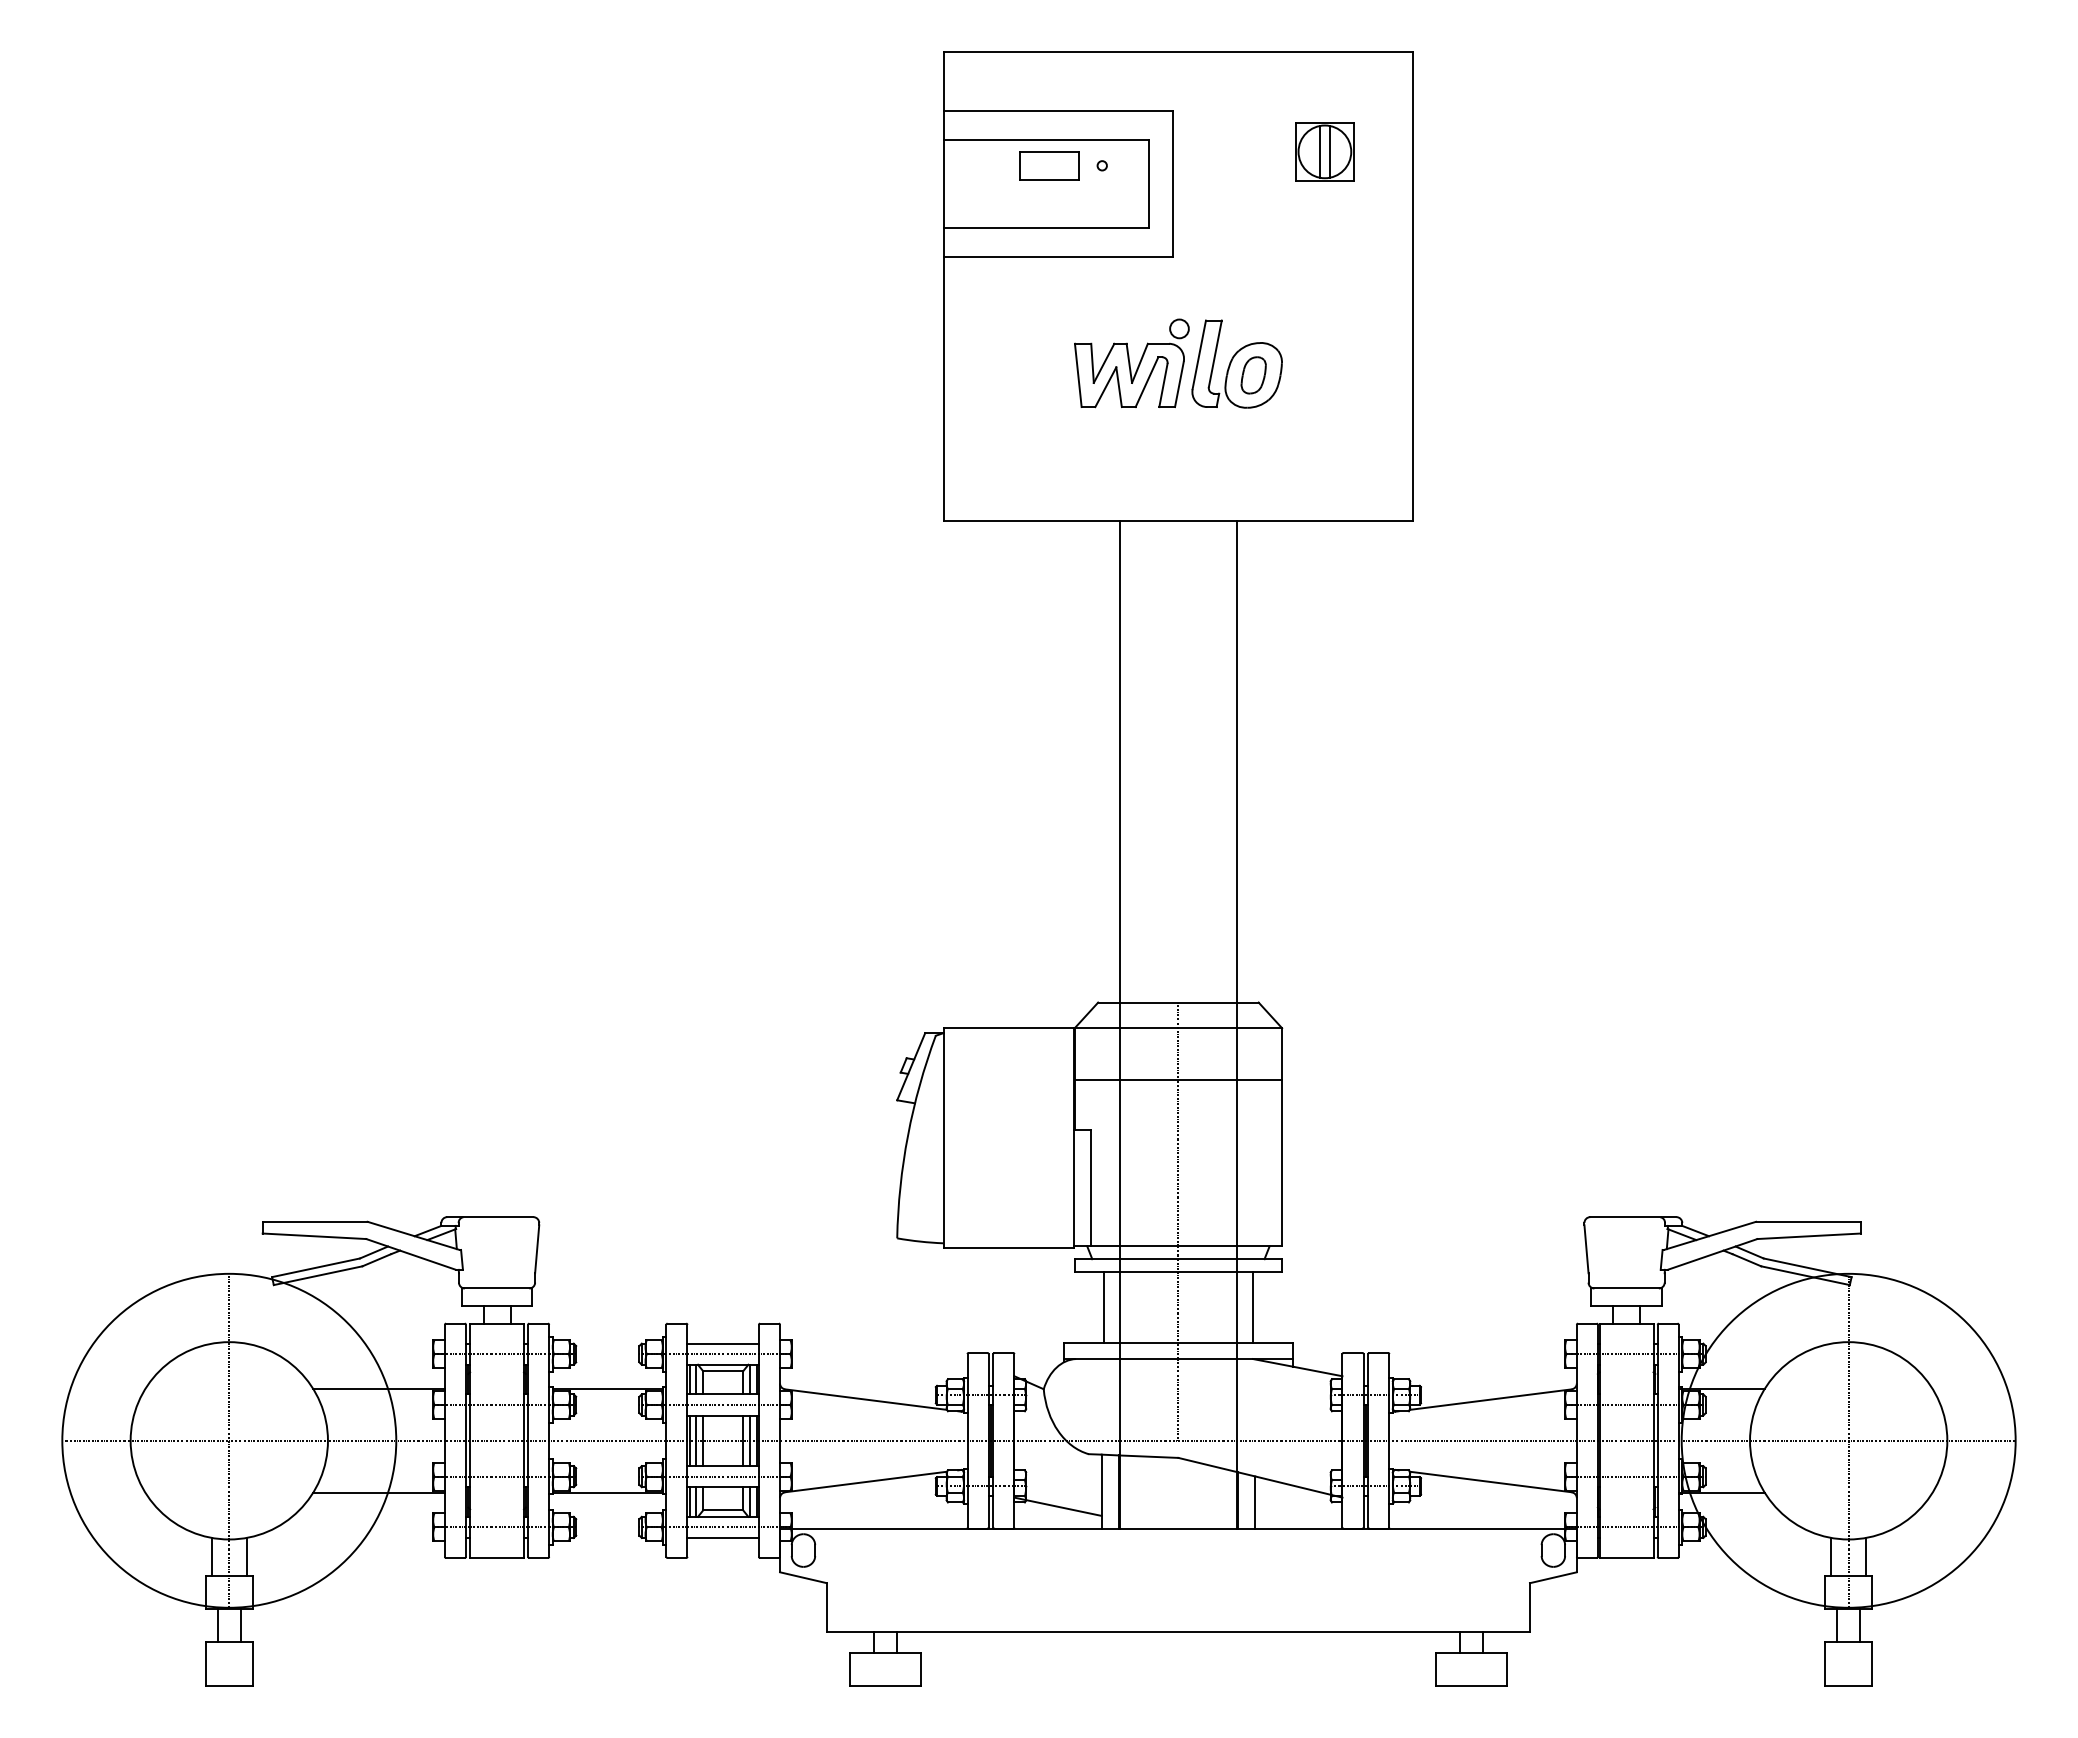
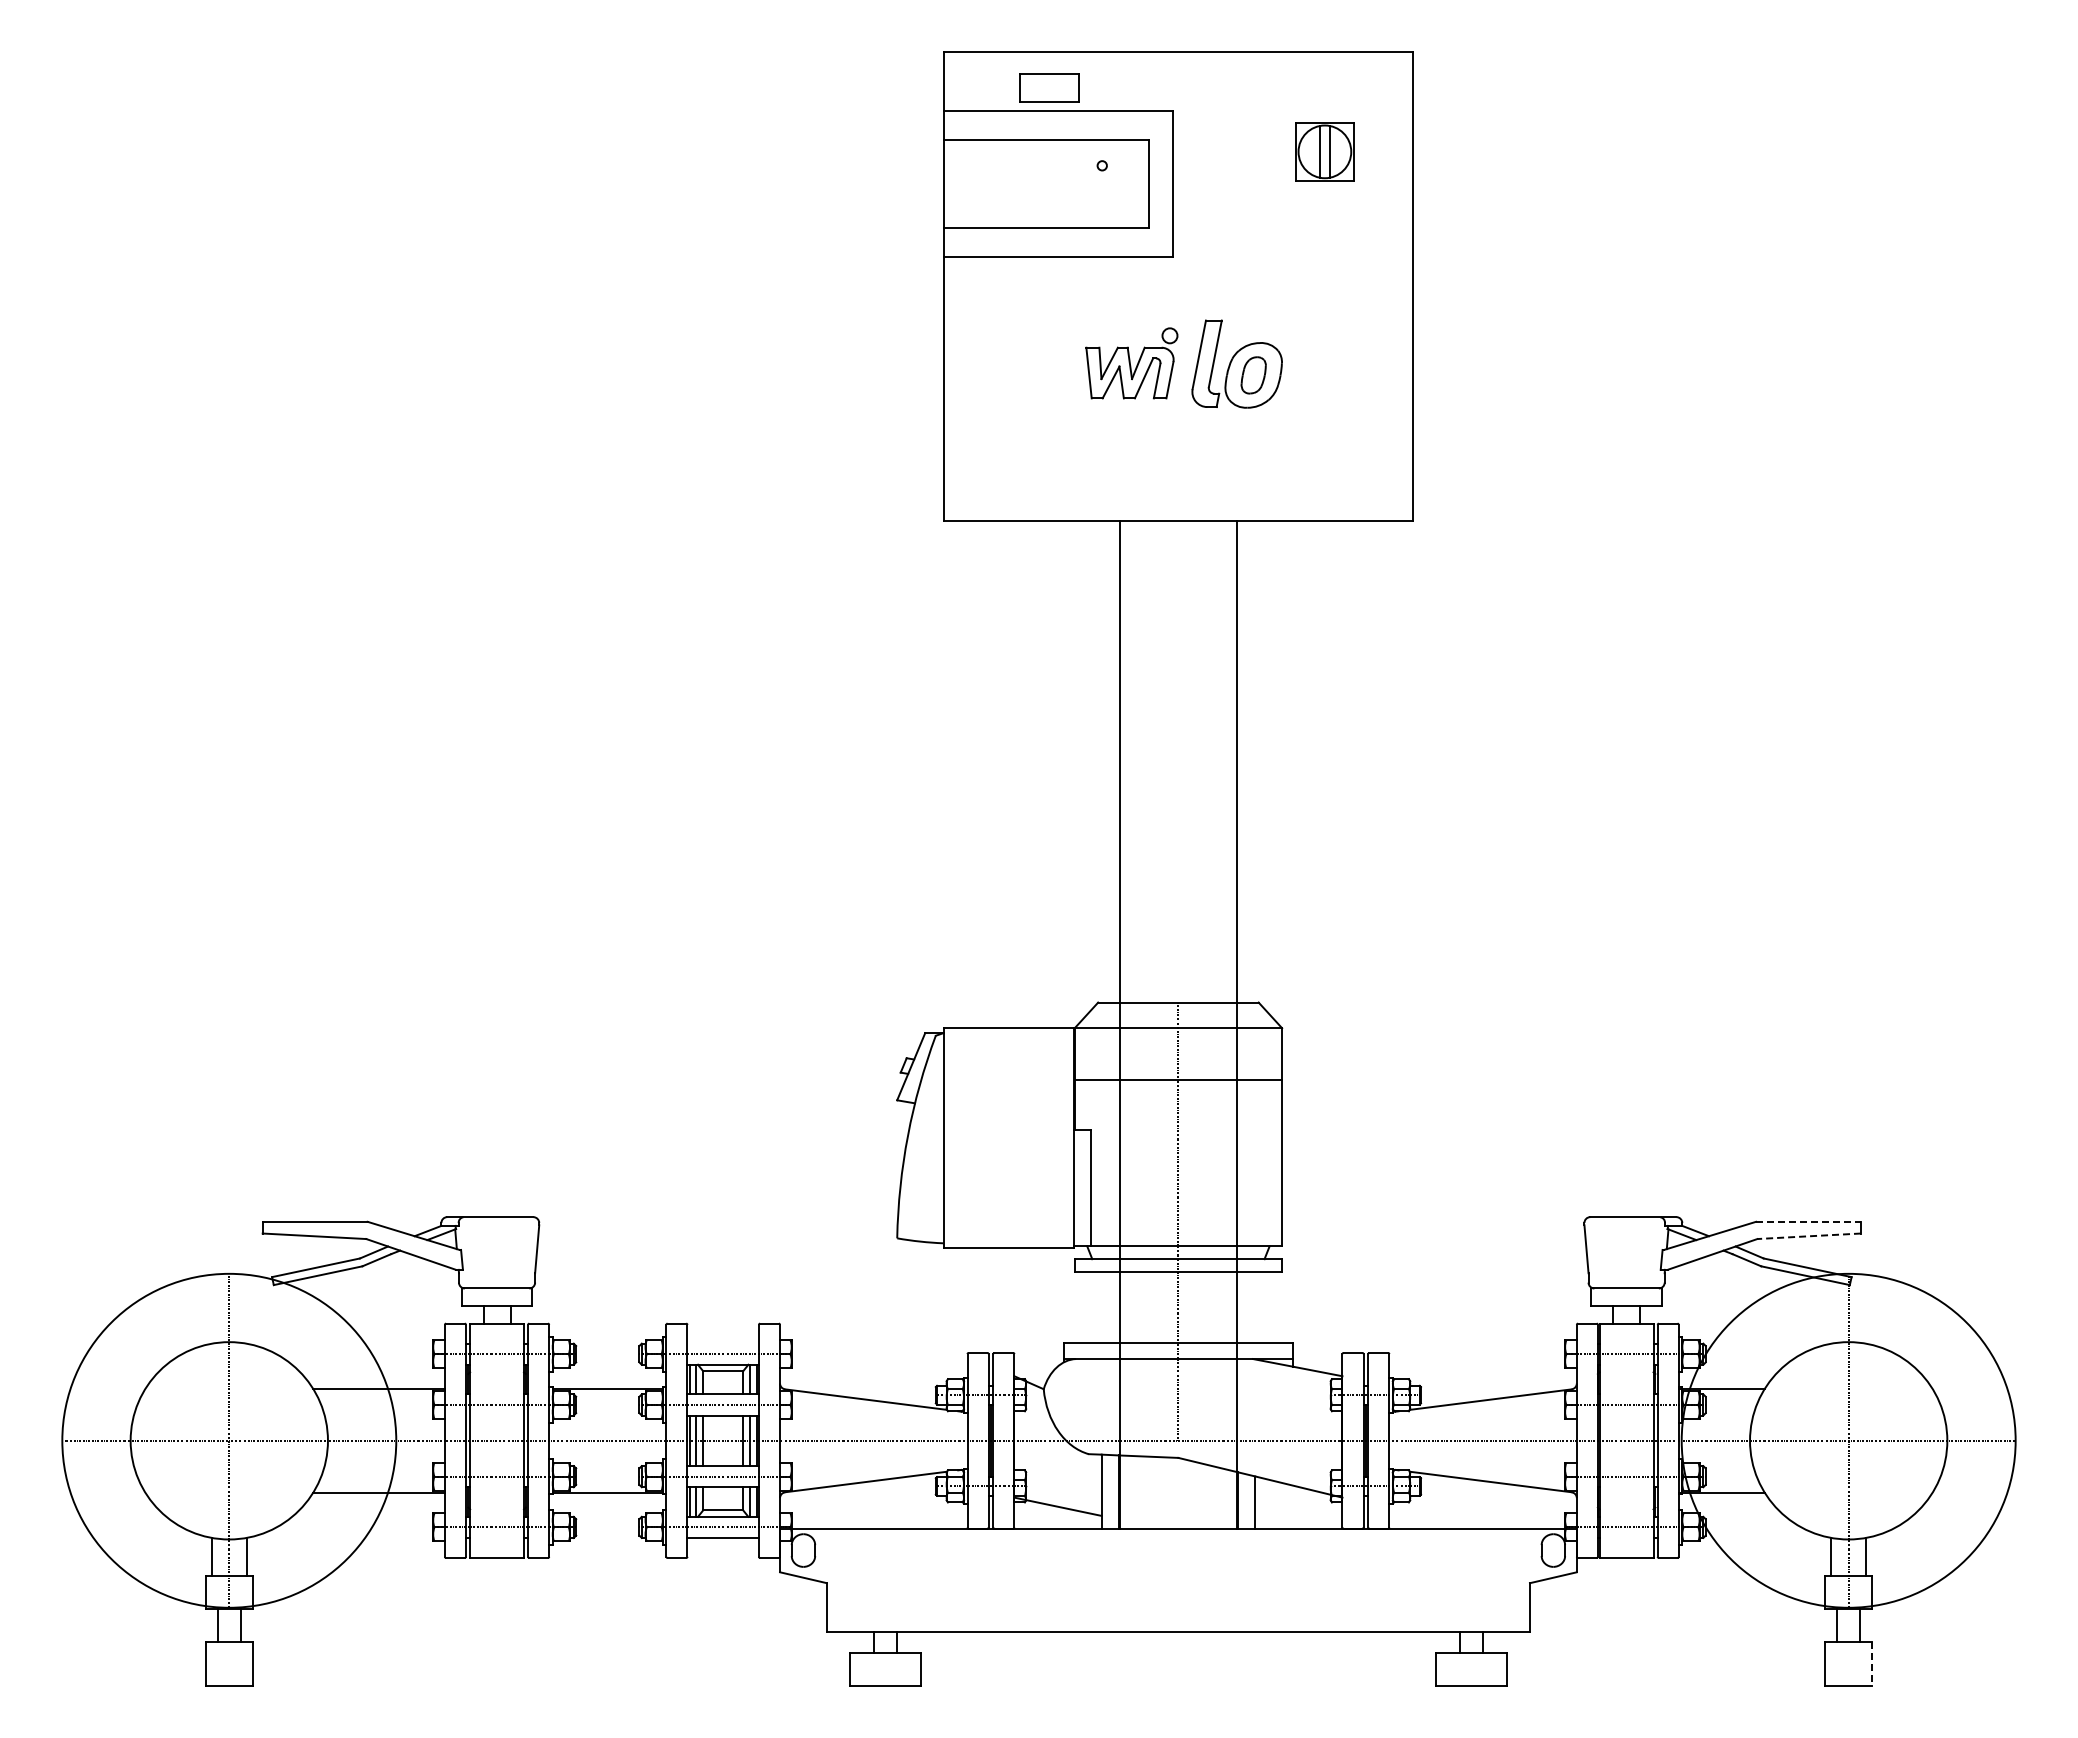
part at (1049, 165) position: (1049, 165) -> (1049, 87)
part at (1131, 363) size: 116x91 px -> 94x73 px
line at (1809, 1221): solid -> dashed
line at (1809, 1236): solid -> dashed
line at (1104, 1307): present -> none
line at (1252, 1307): present -> none
line at (722, 1343): present -> none
line at (1872, 1663): solid -> dashed
